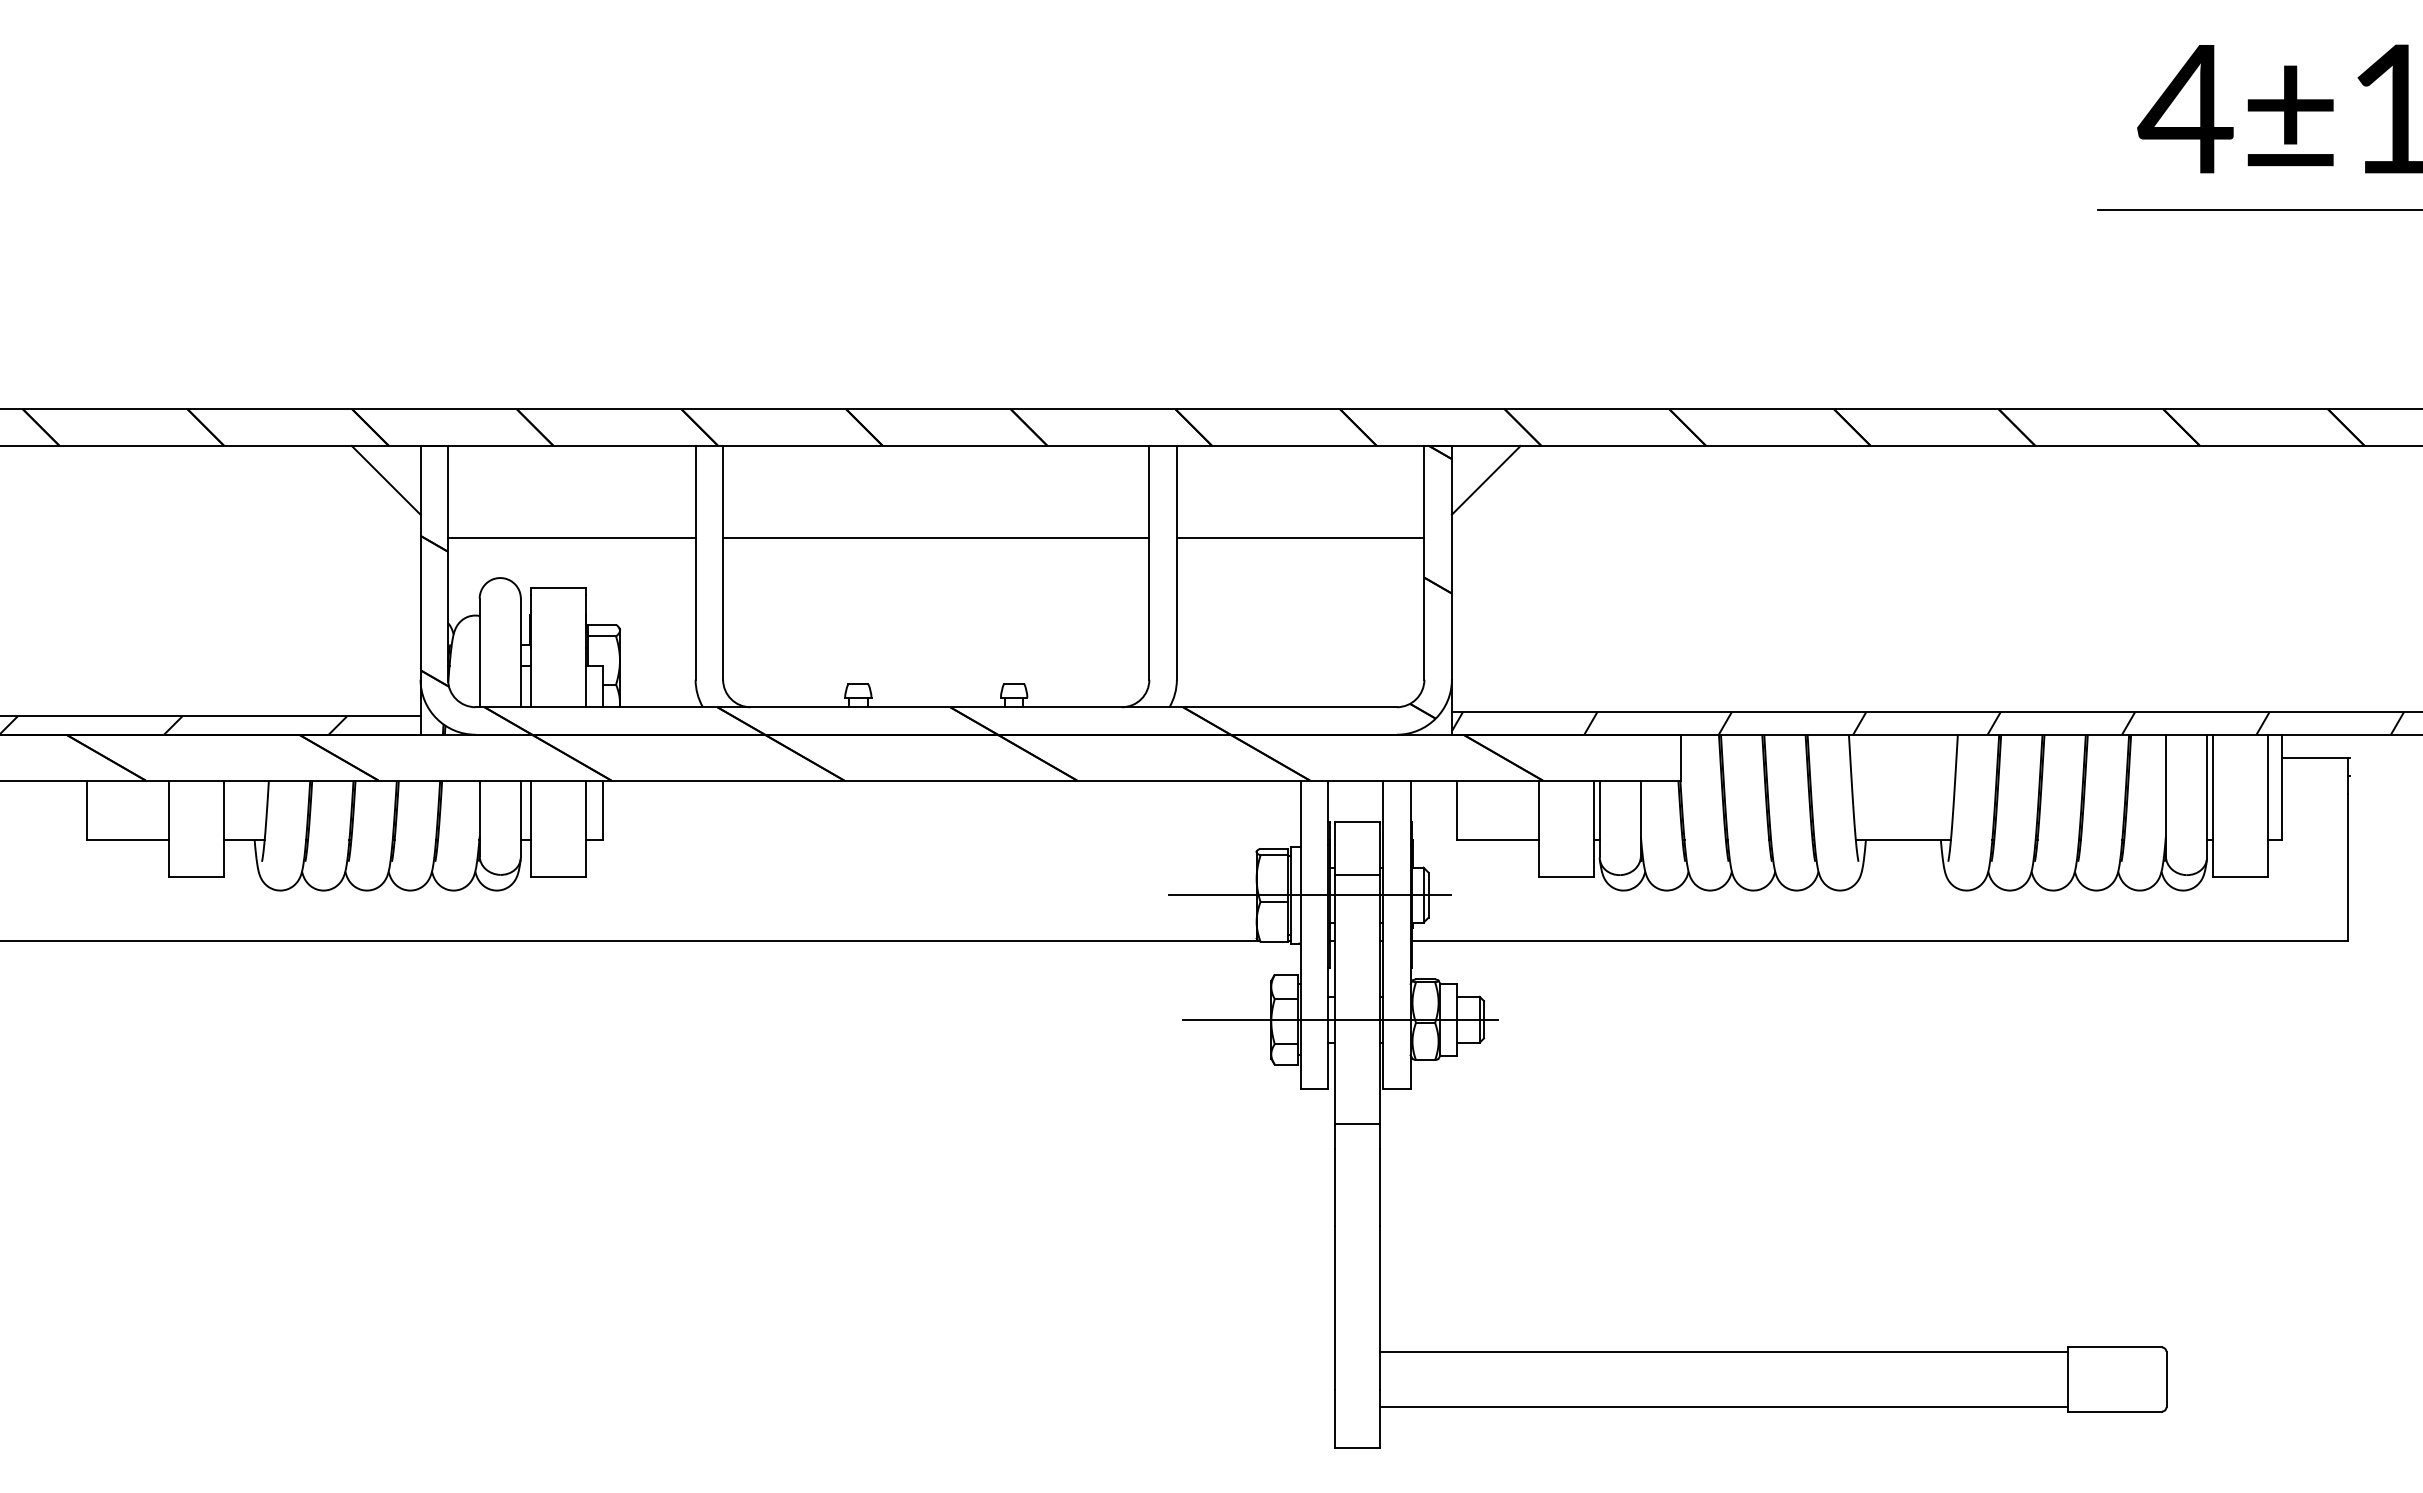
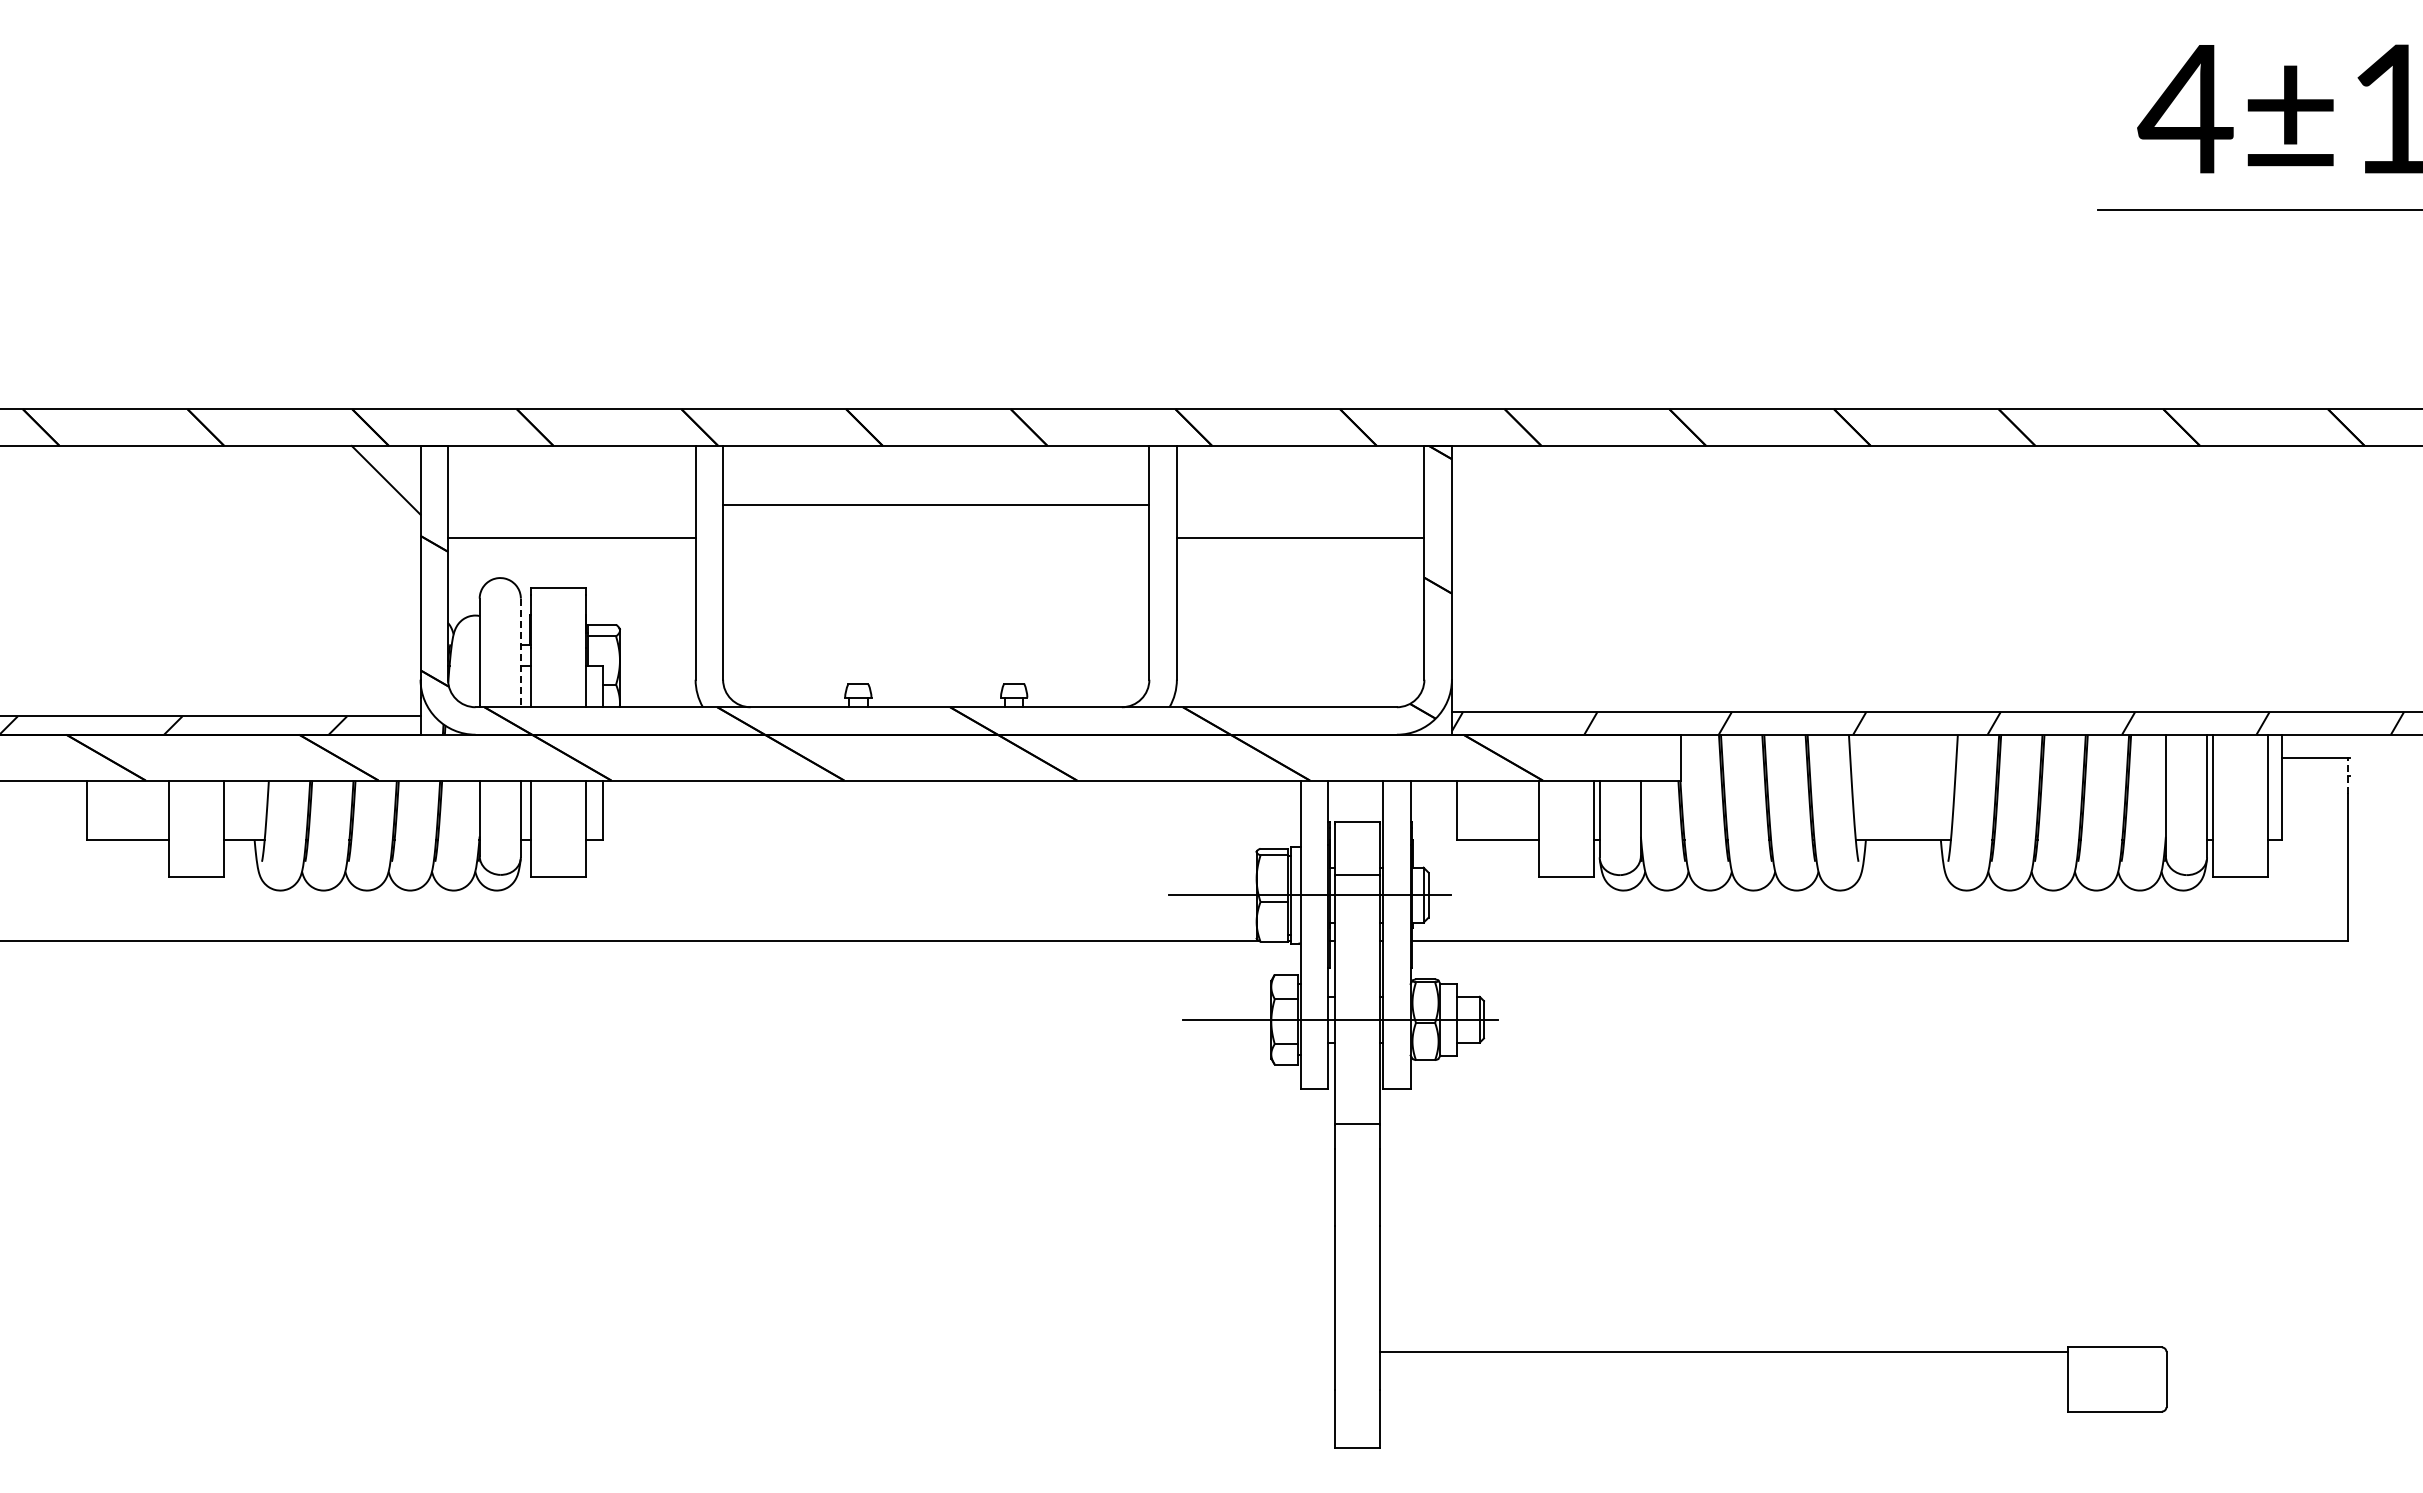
line at (1485, 479): present -> none
line at (936, 537) position: (936, 537) -> (936, 504)
line at (520, 653): solid -> dashed
line at (2348, 775): solid -> dashed
line at (1723, 1407): present -> none
